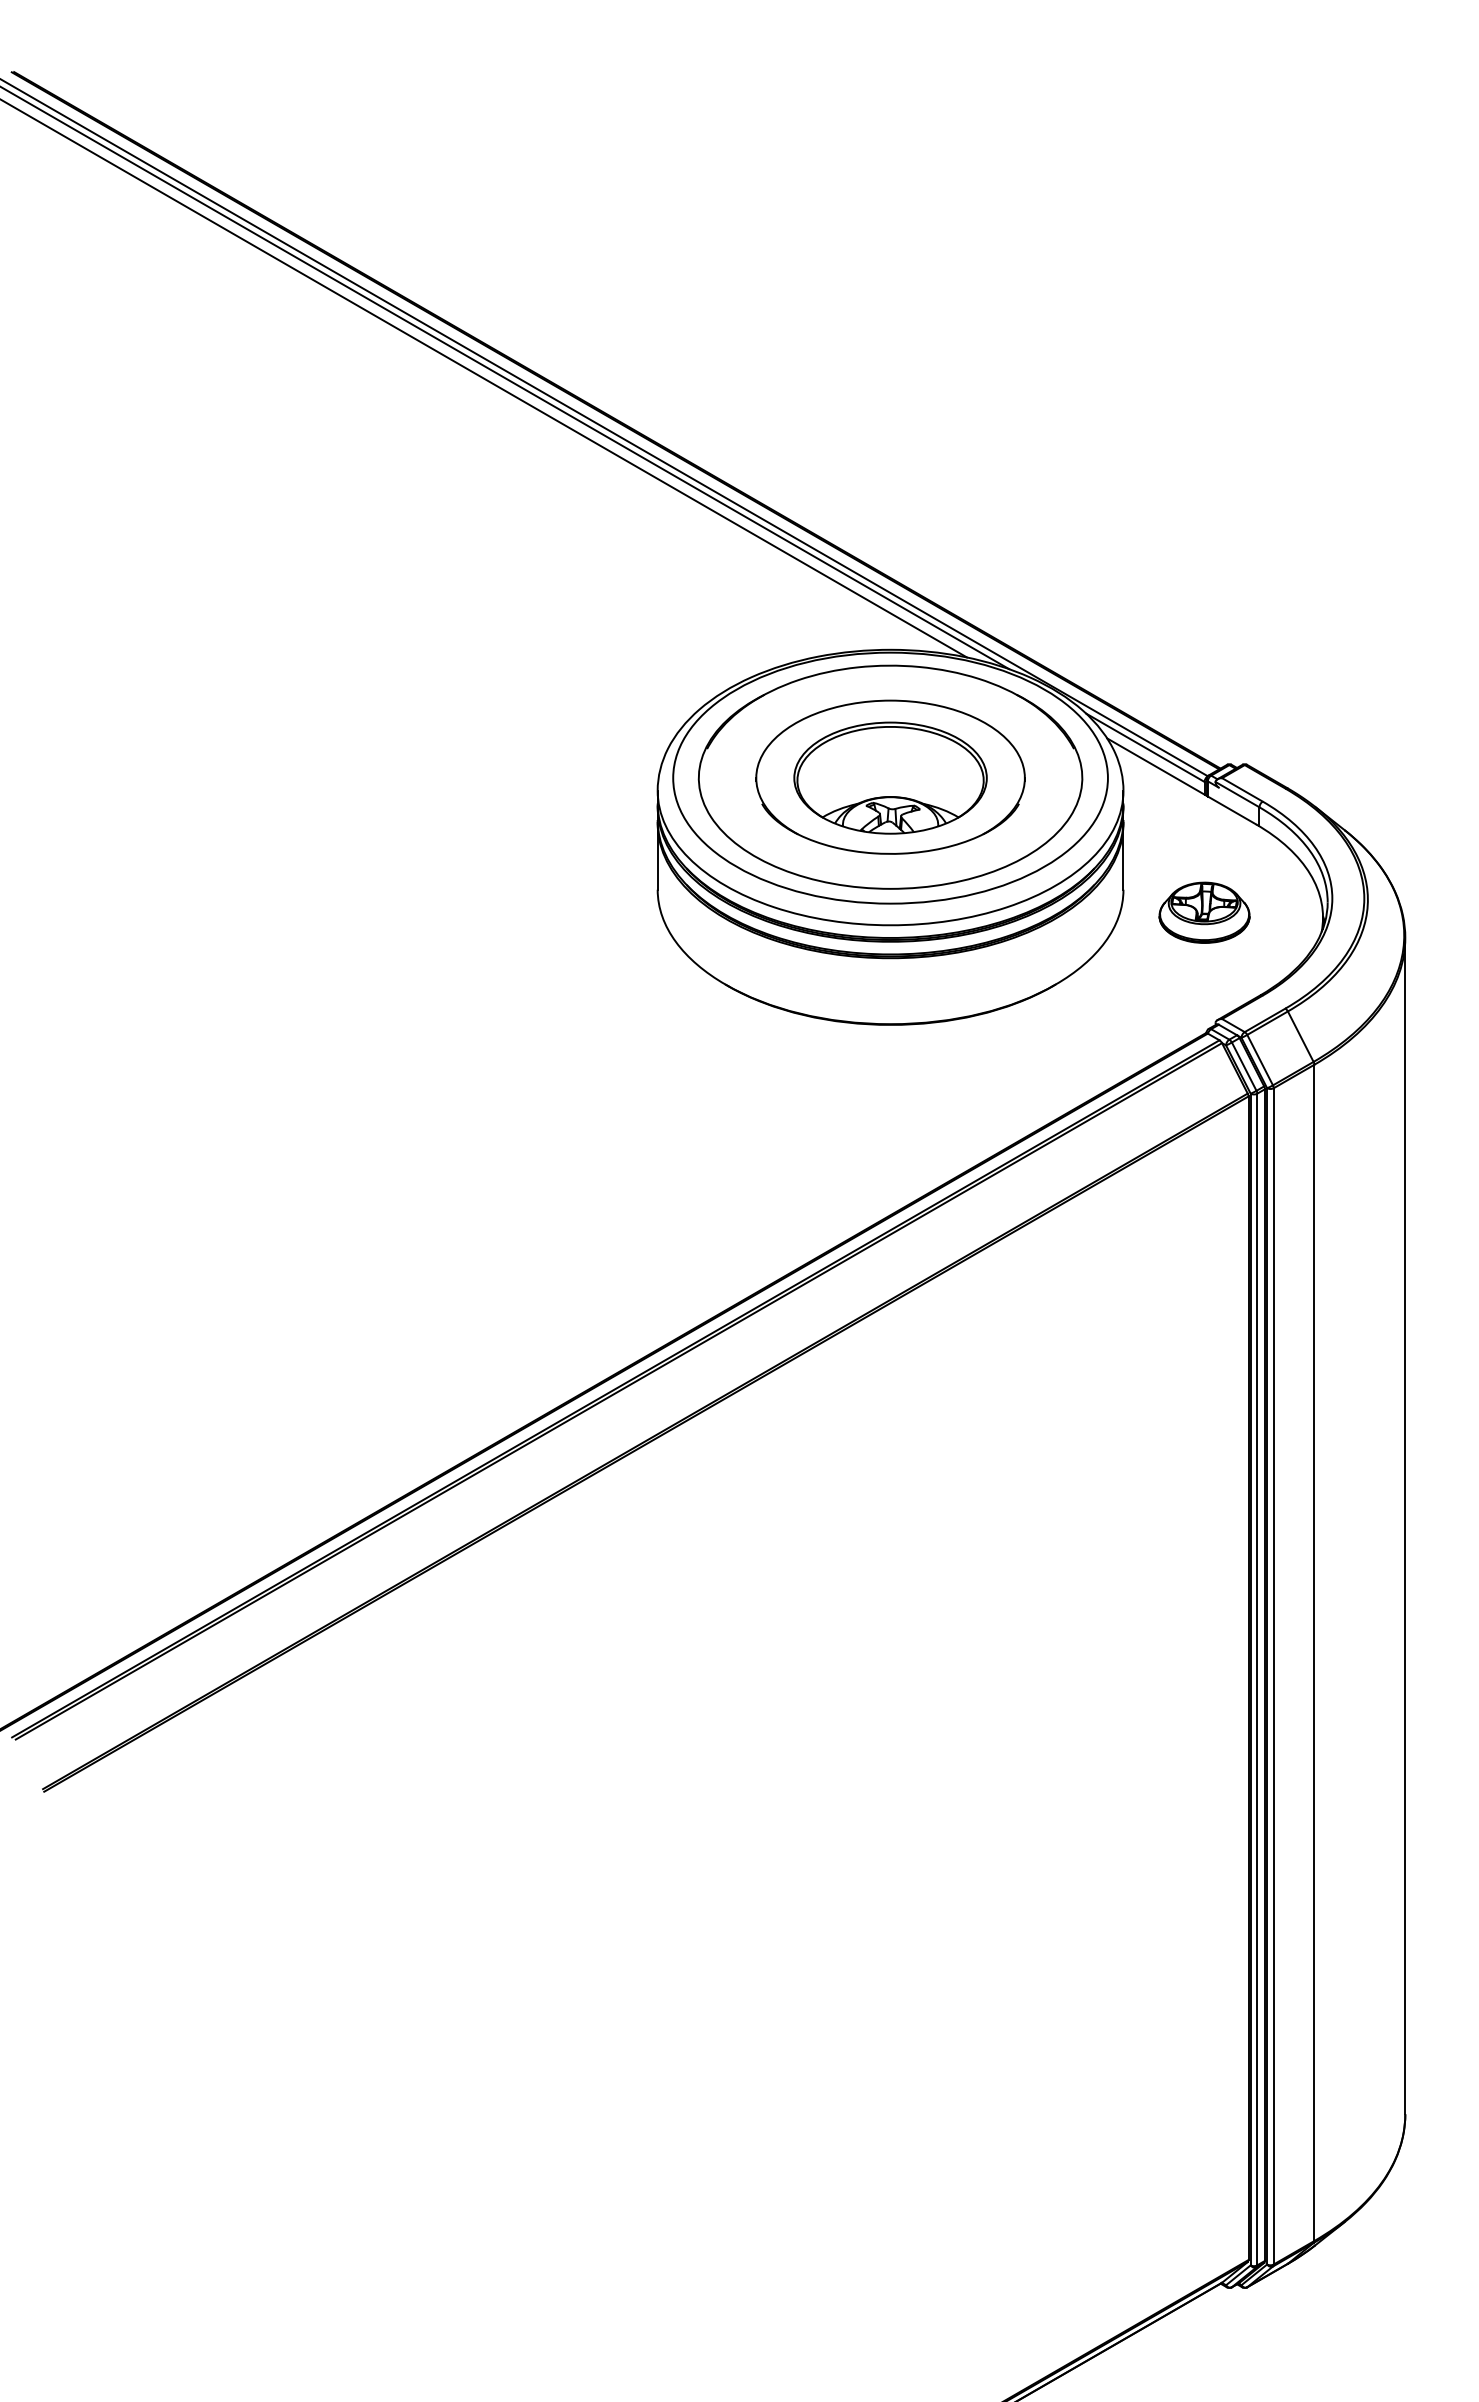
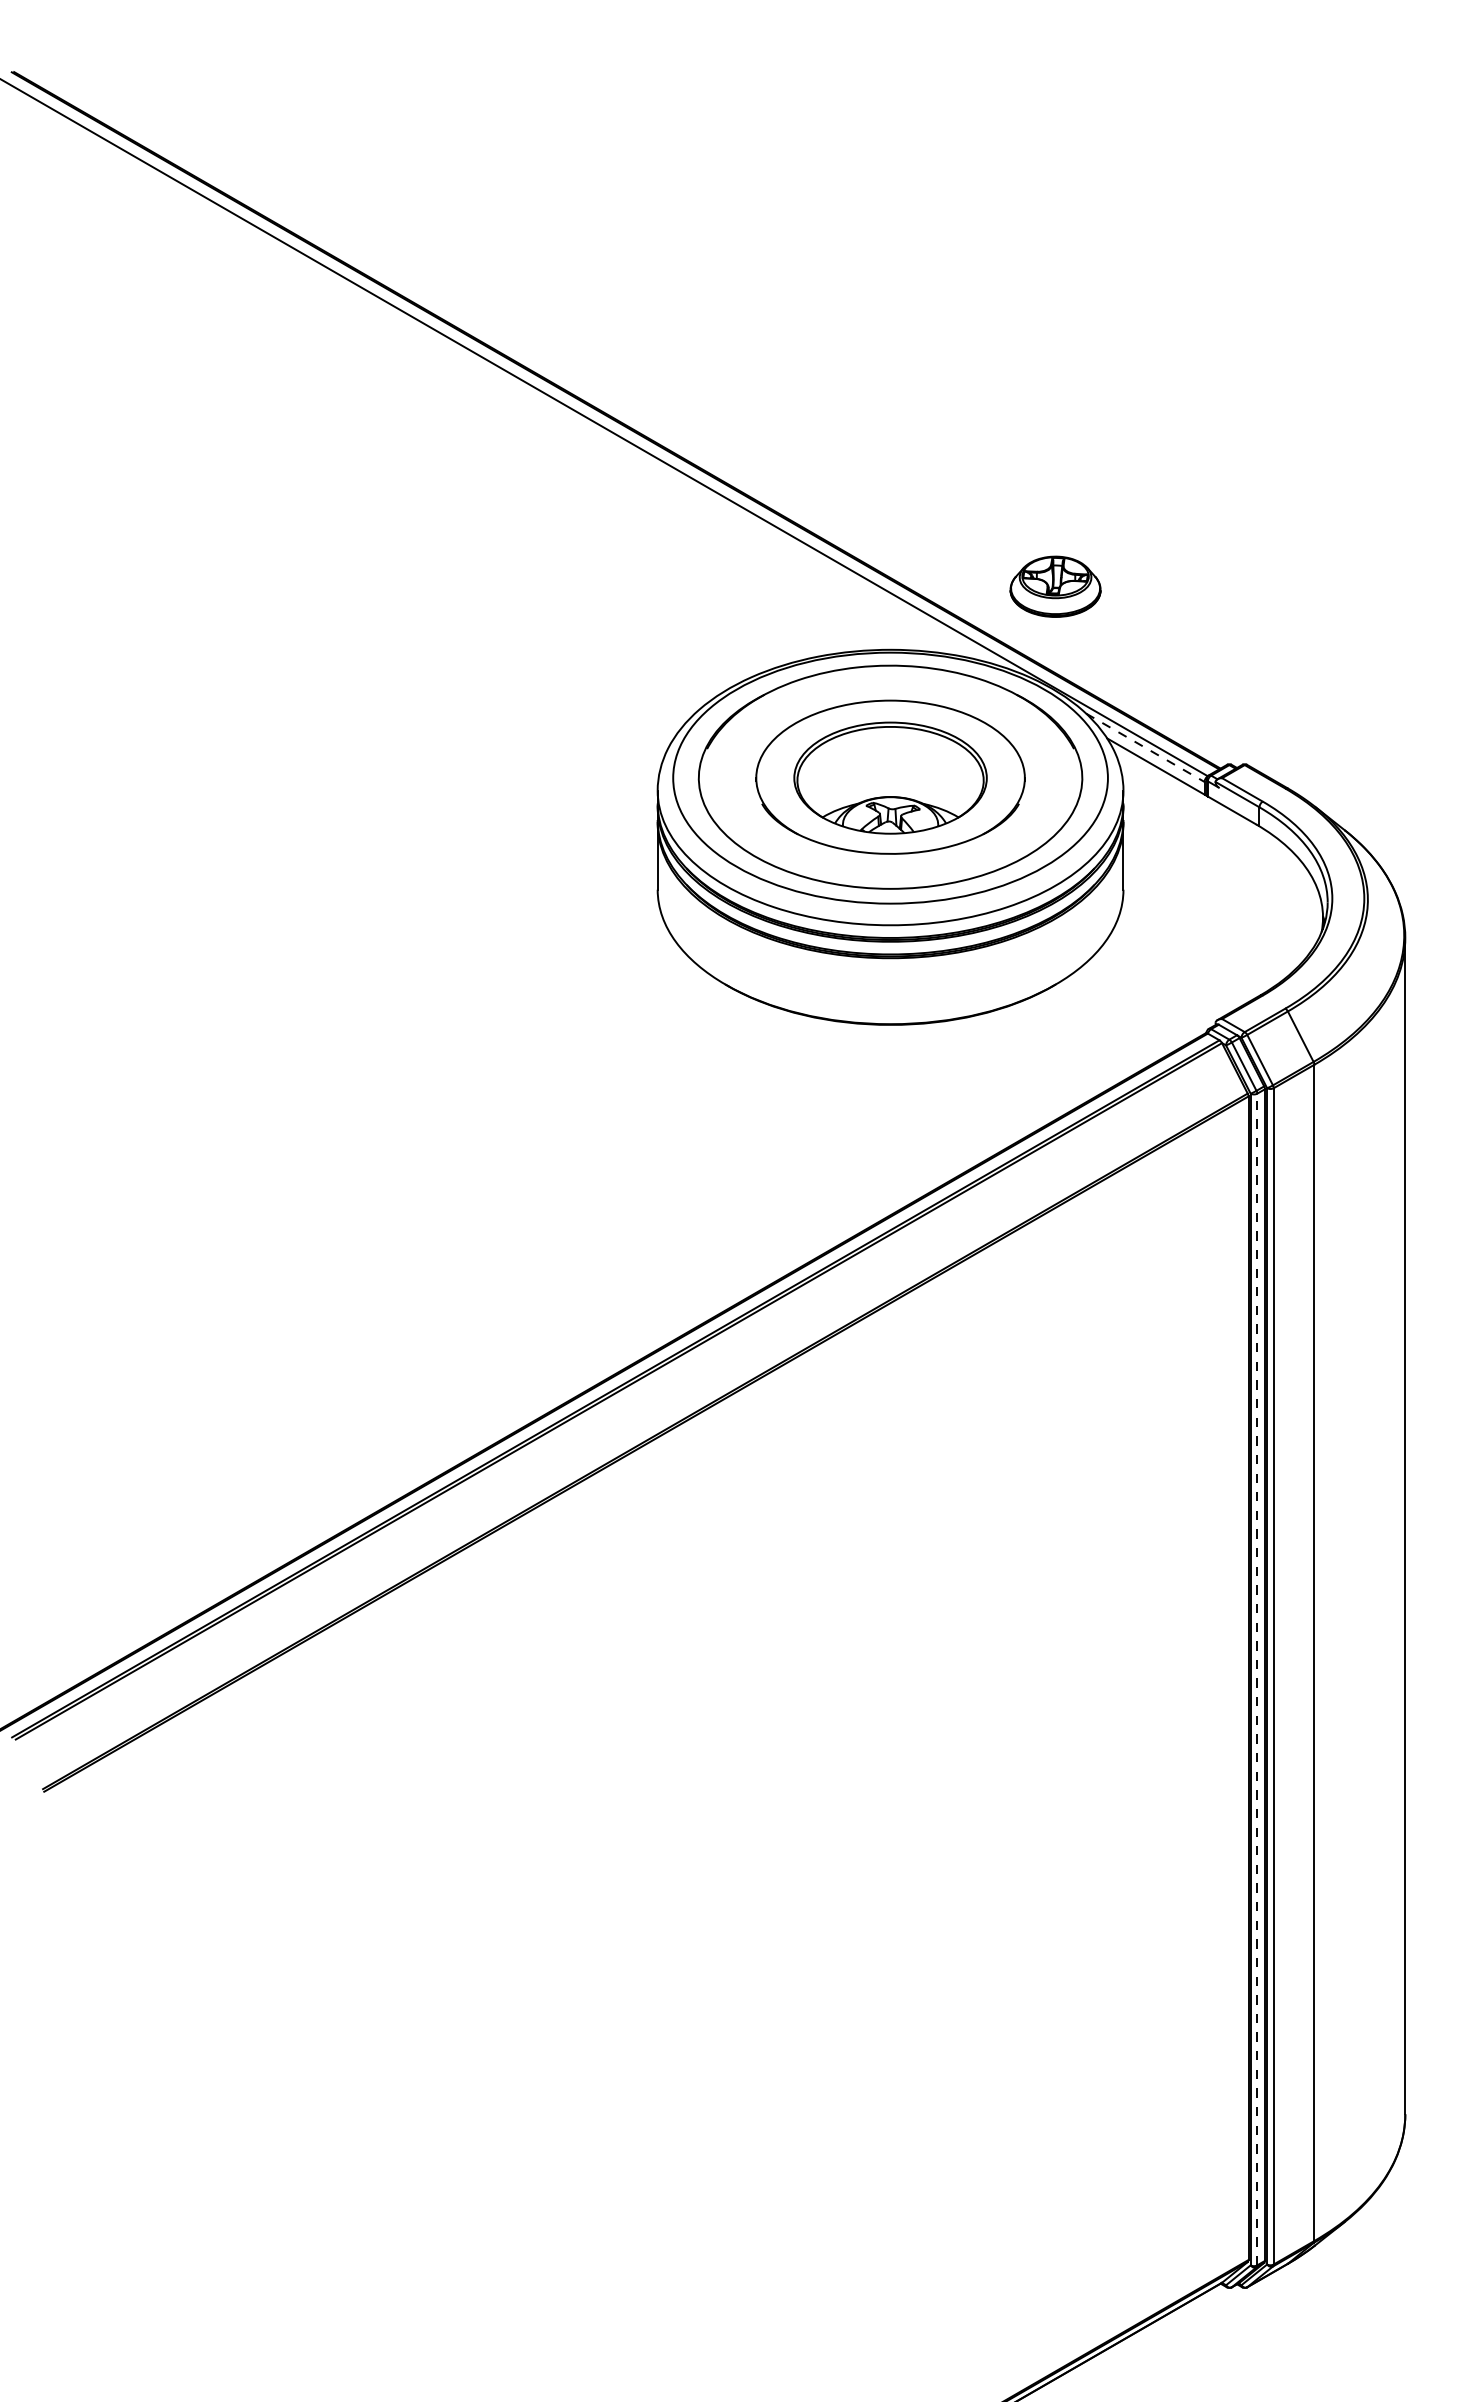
line at (484, 378): present -> none
line at (505, 378): present -> none
line at (1145, 748): solid -> dashed
part at (1204, 912) position: (1204, 912) -> (1055, 586)
line at (1257, 1679): solid -> dashed
